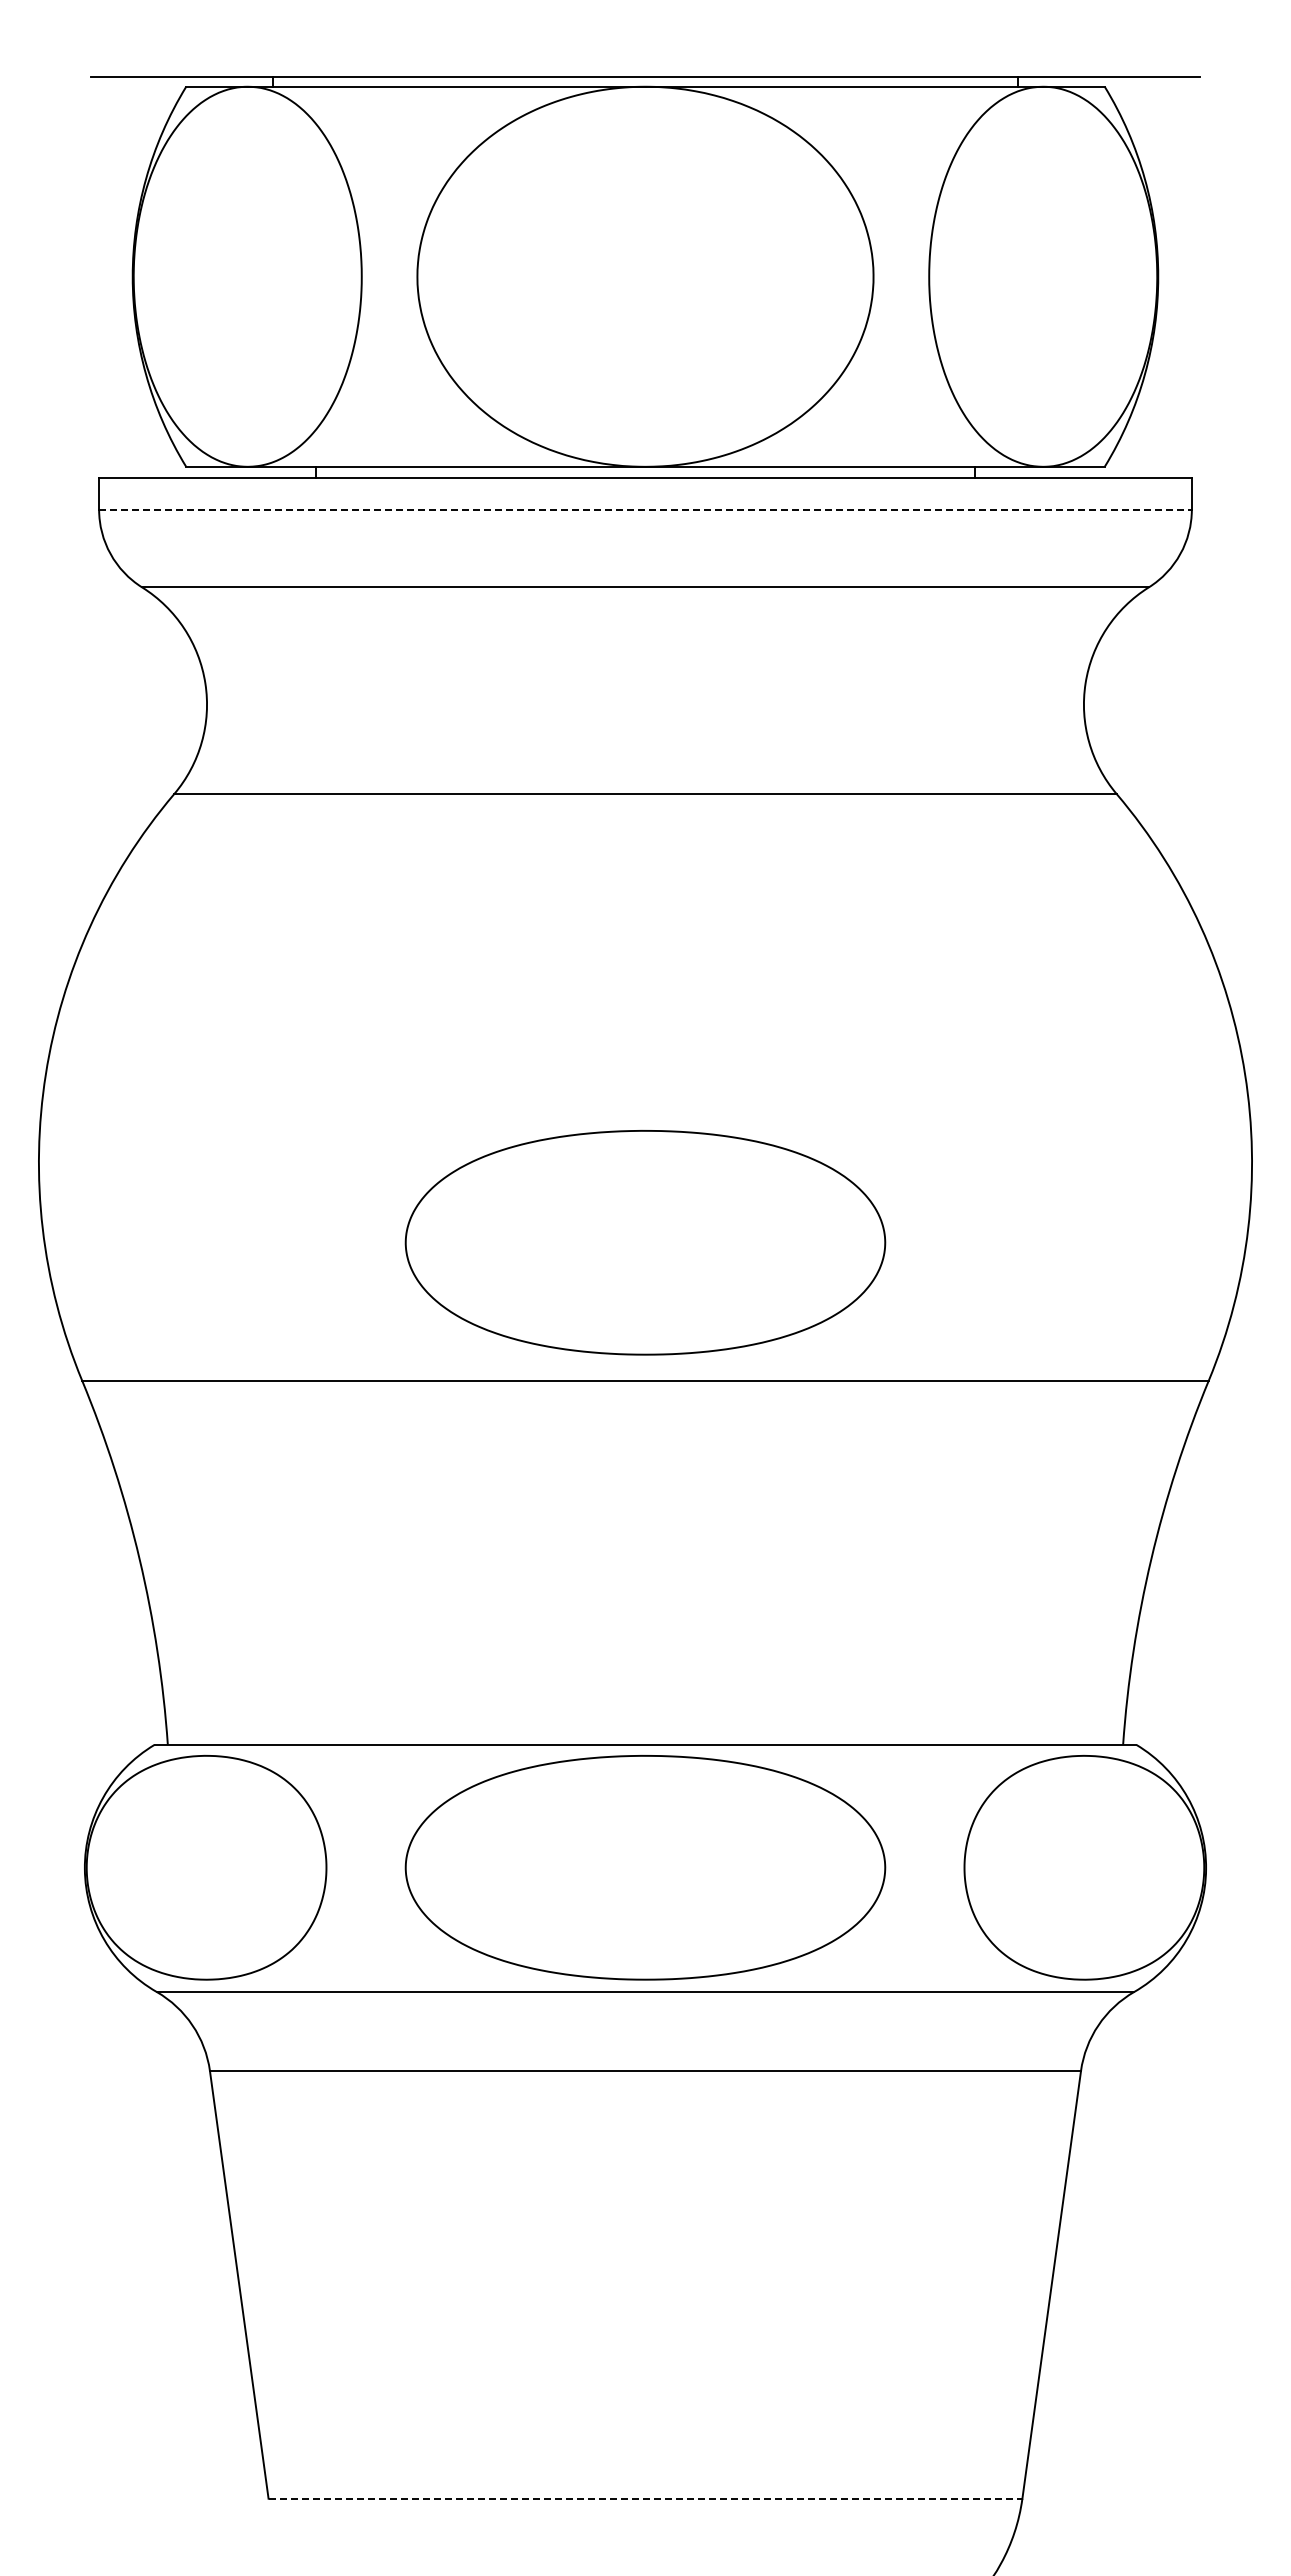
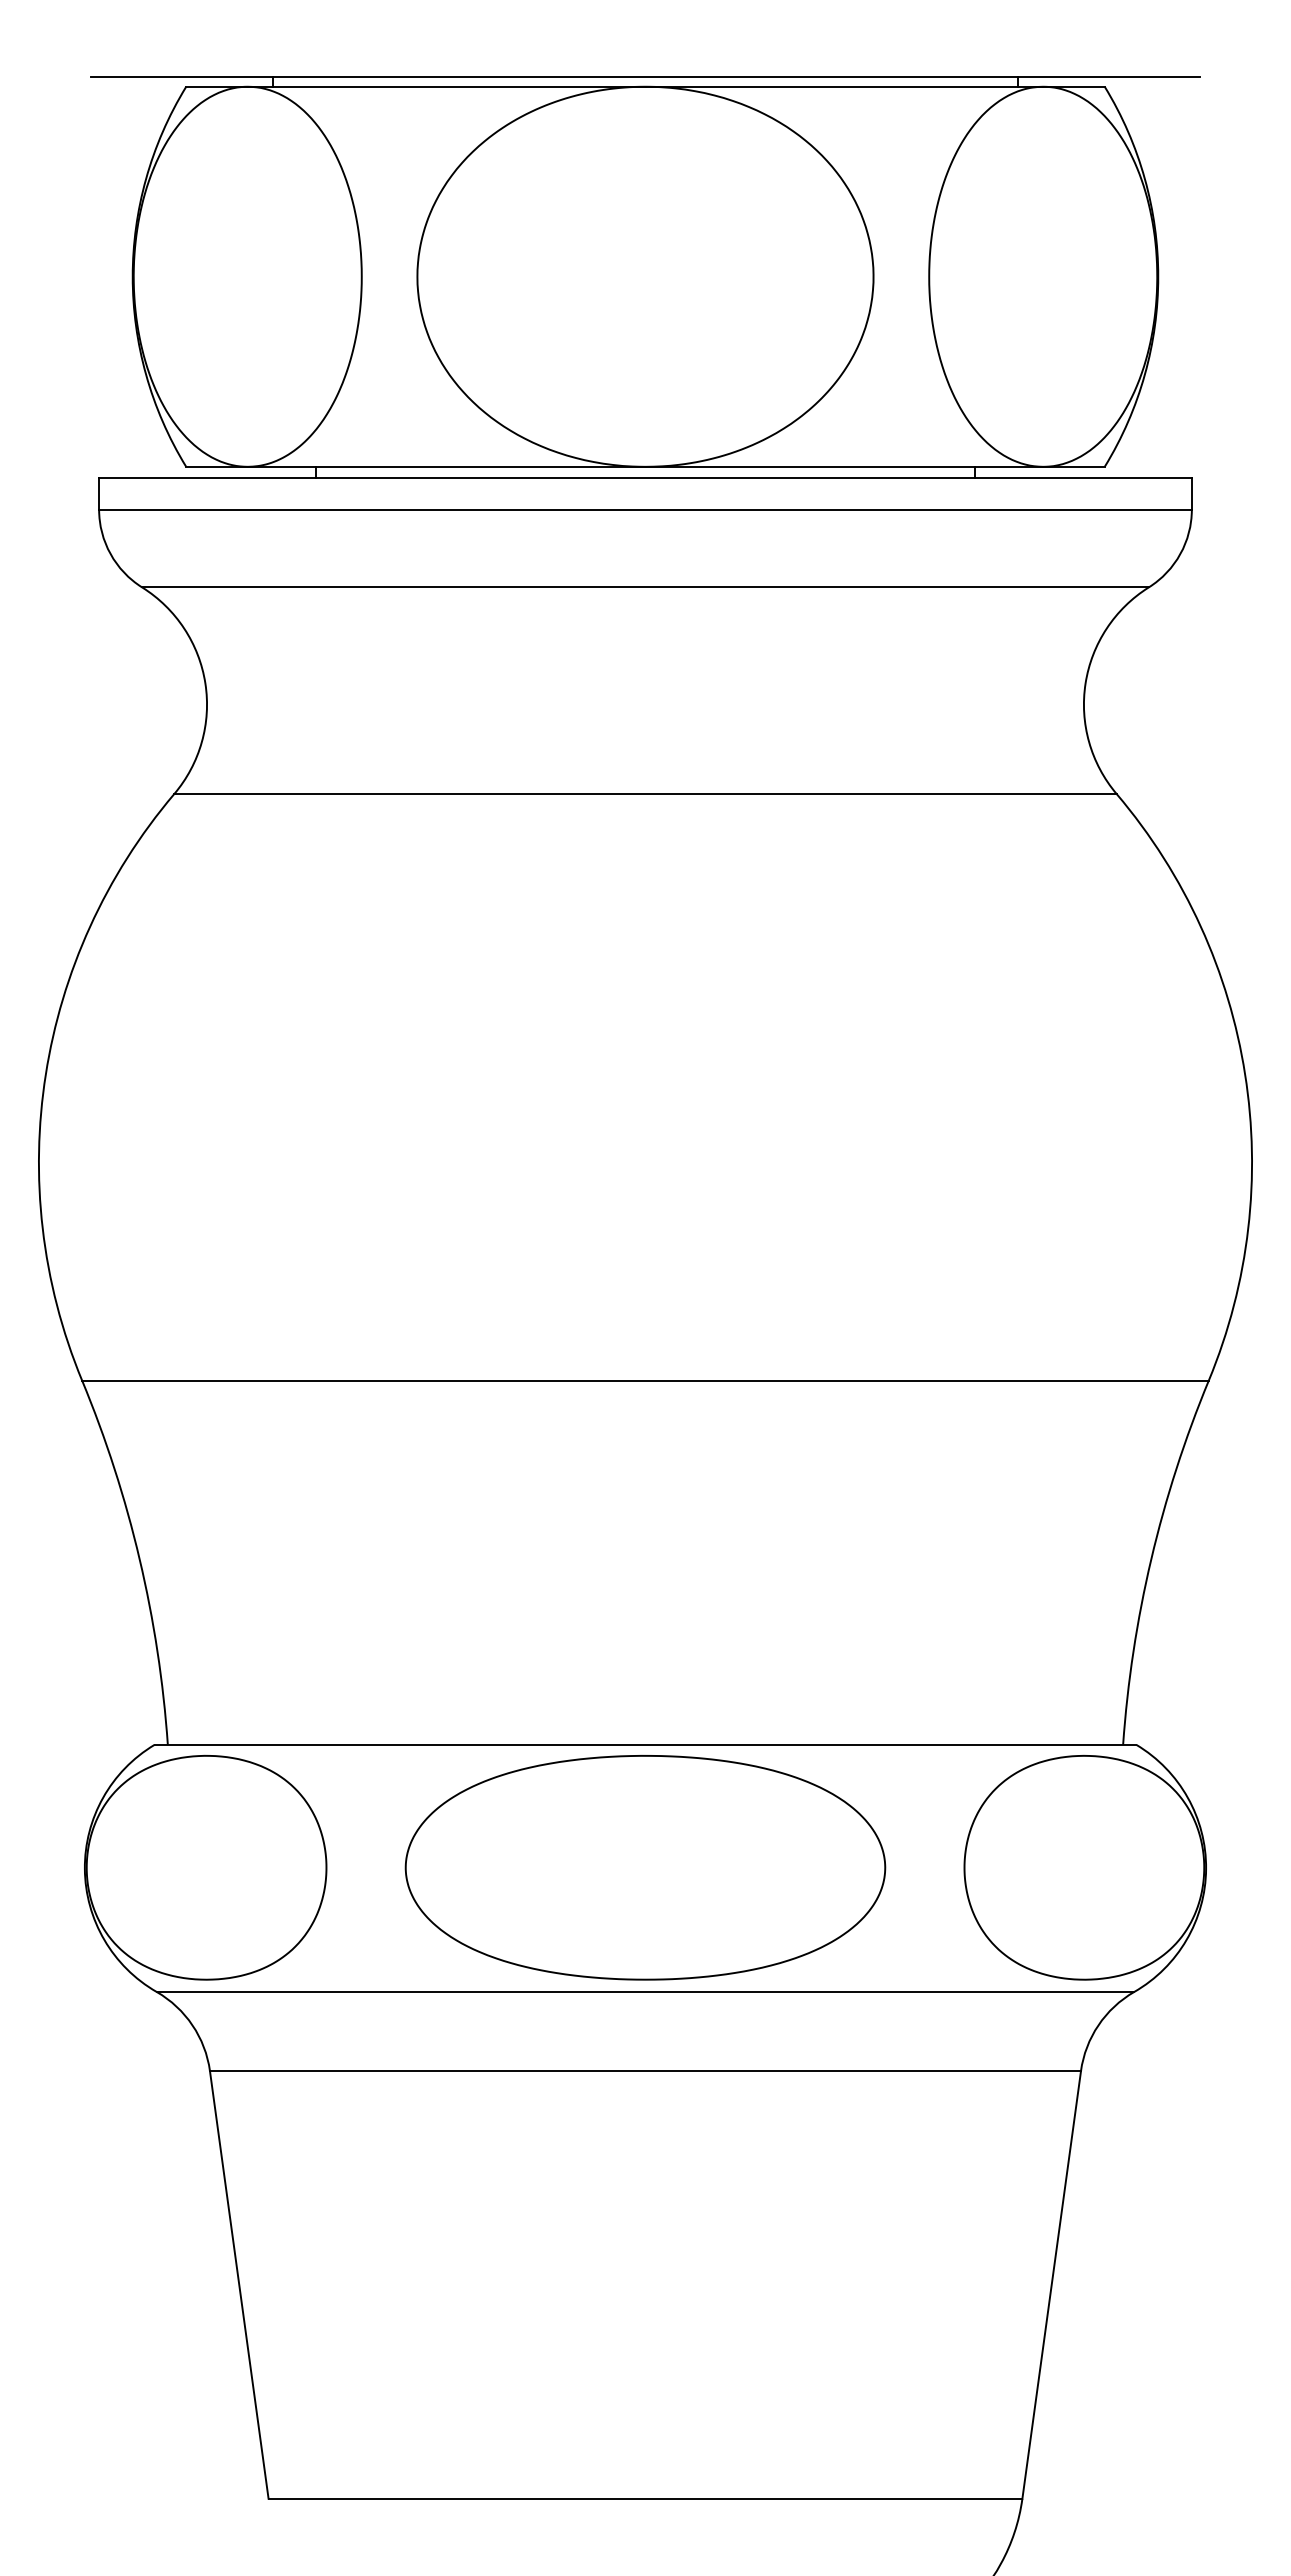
line at (645, 509): dashed -> solid
part at (645, 1242): present -> none
line at (645, 2498): dashed -> solid
